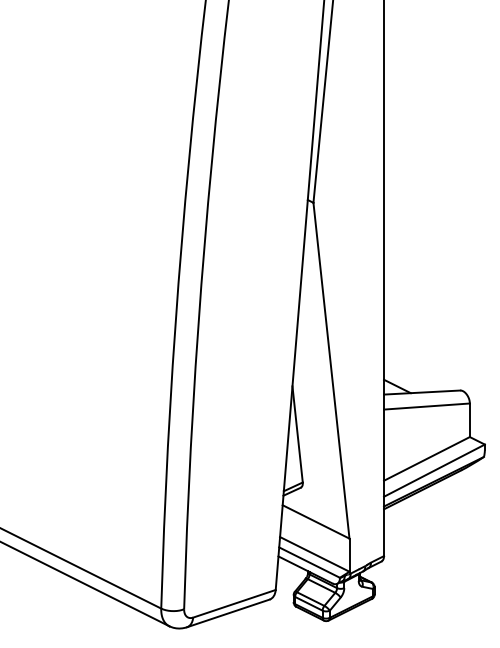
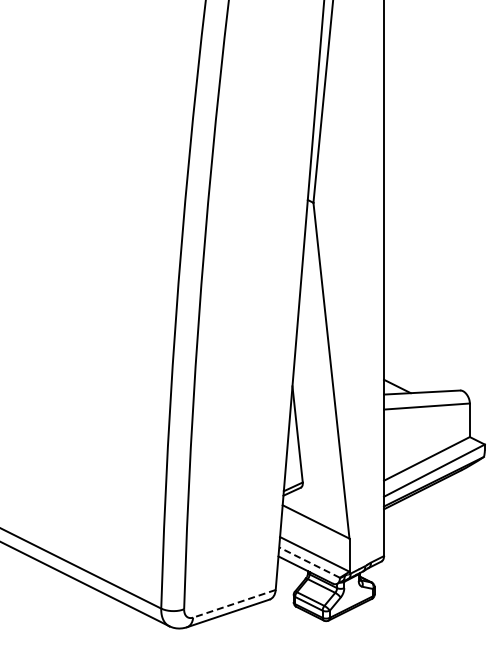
line at (309, 562): solid -> dashed
line at (234, 603): solid -> dashed
